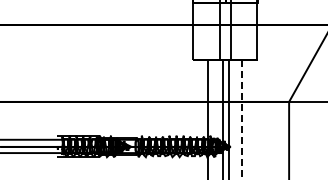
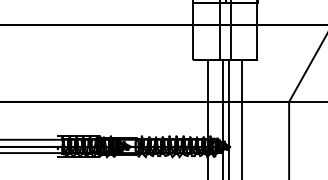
line at (242, 119): dashed -> solid
